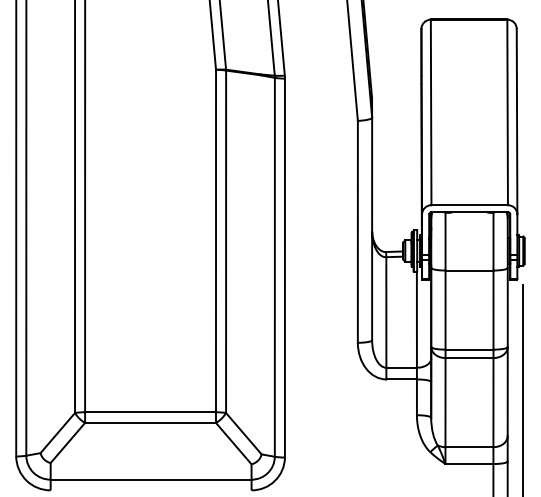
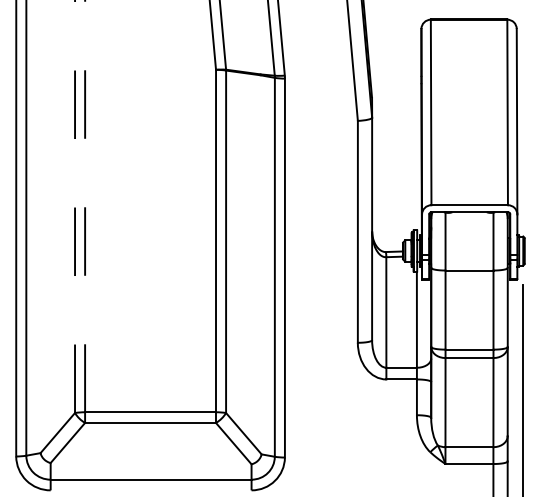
line at (75, 206): solid -> dashed
line at (85, 206): solid -> dashed
